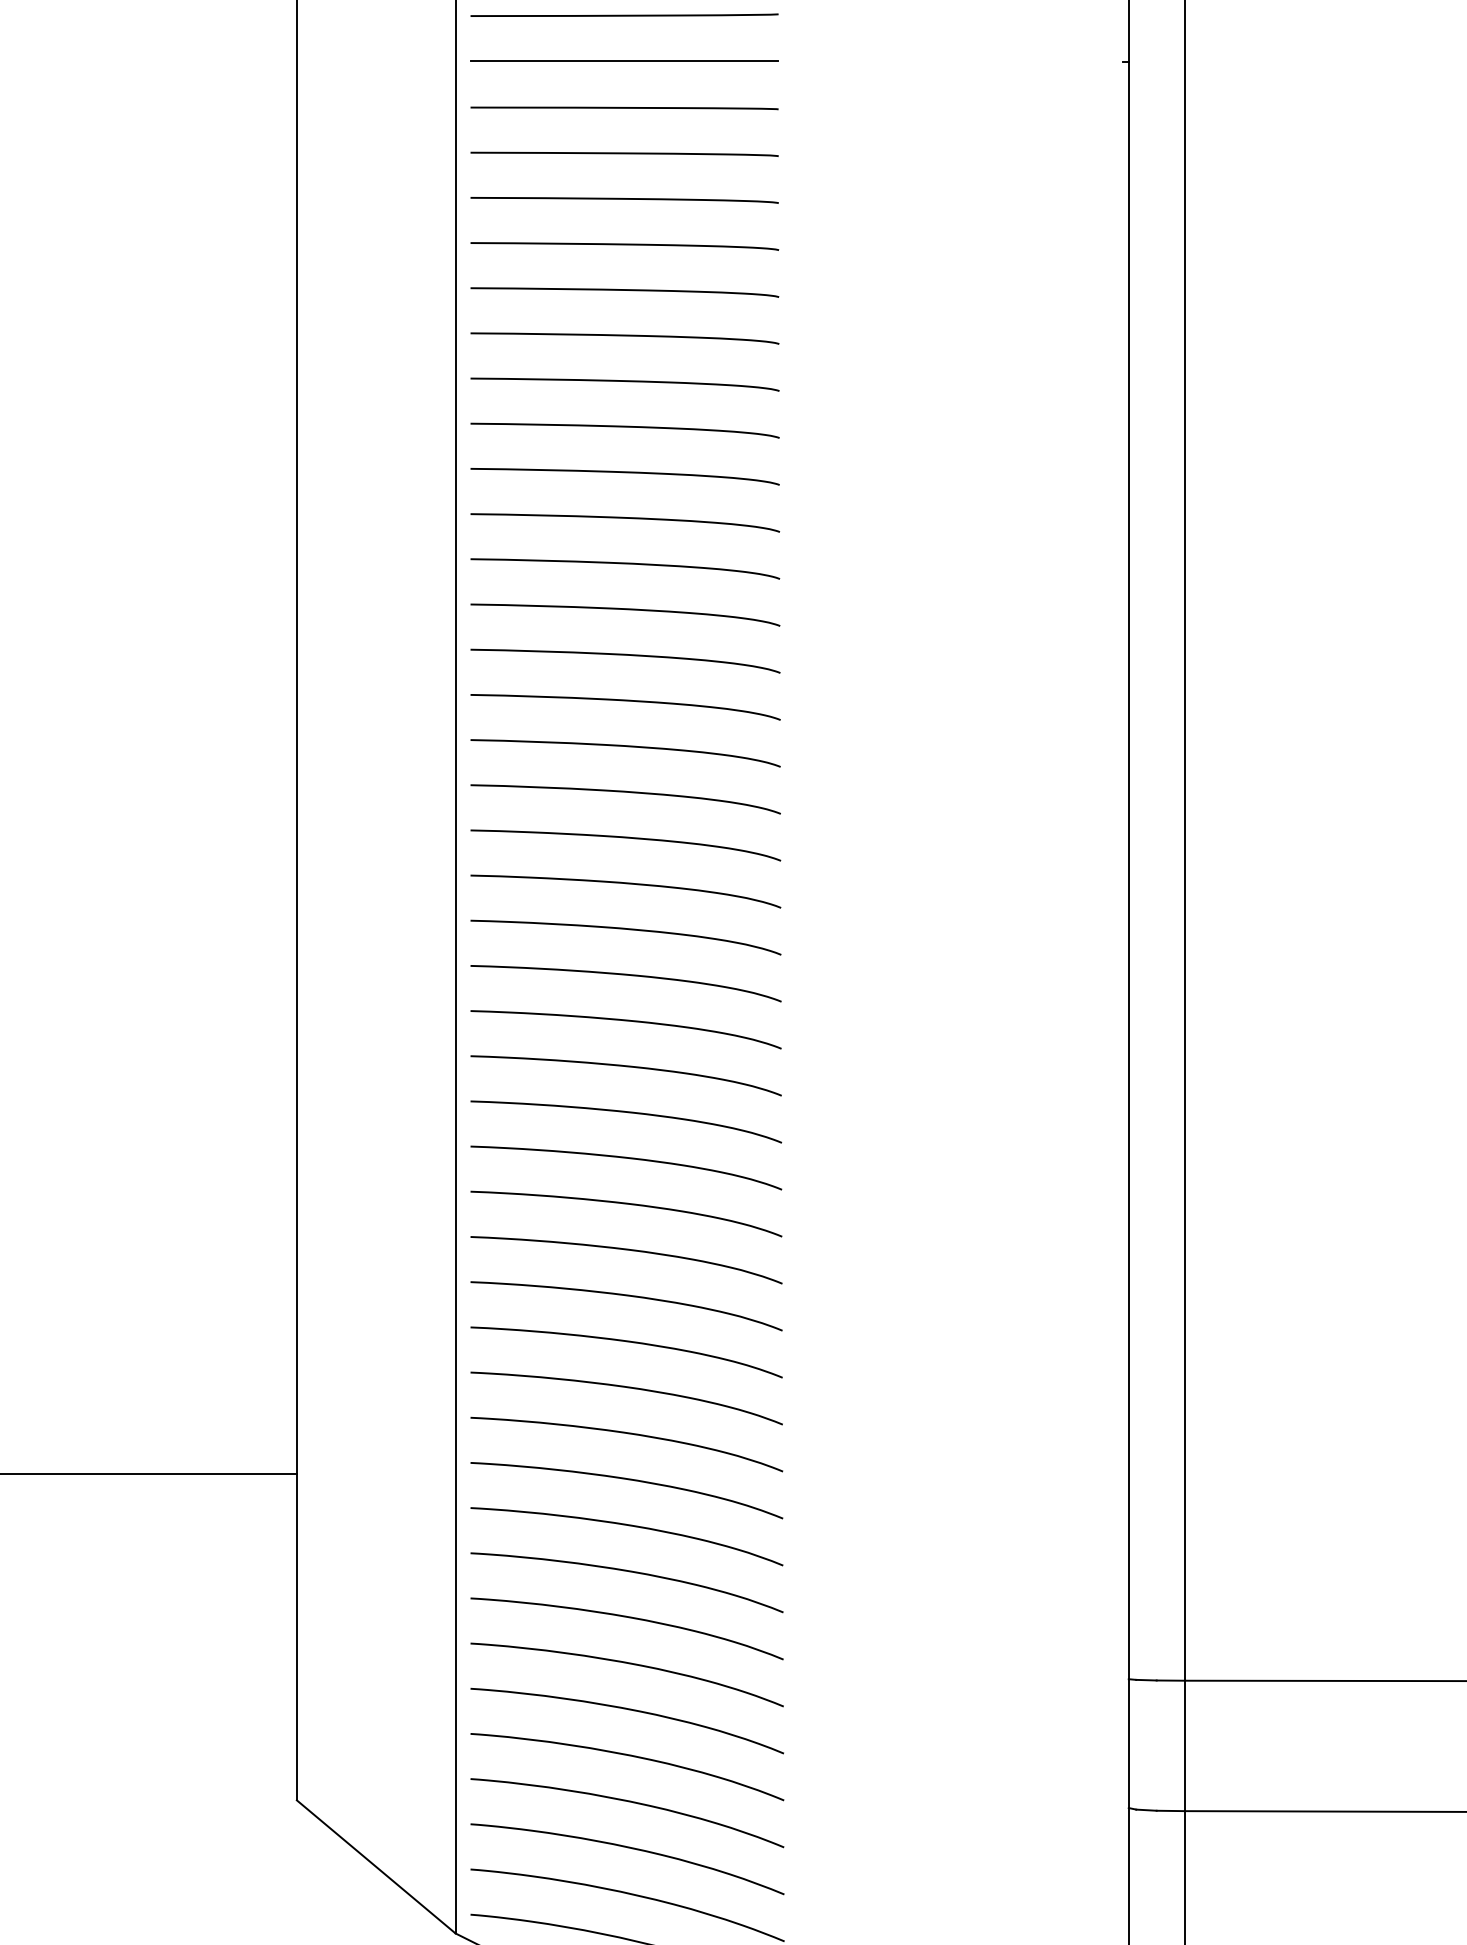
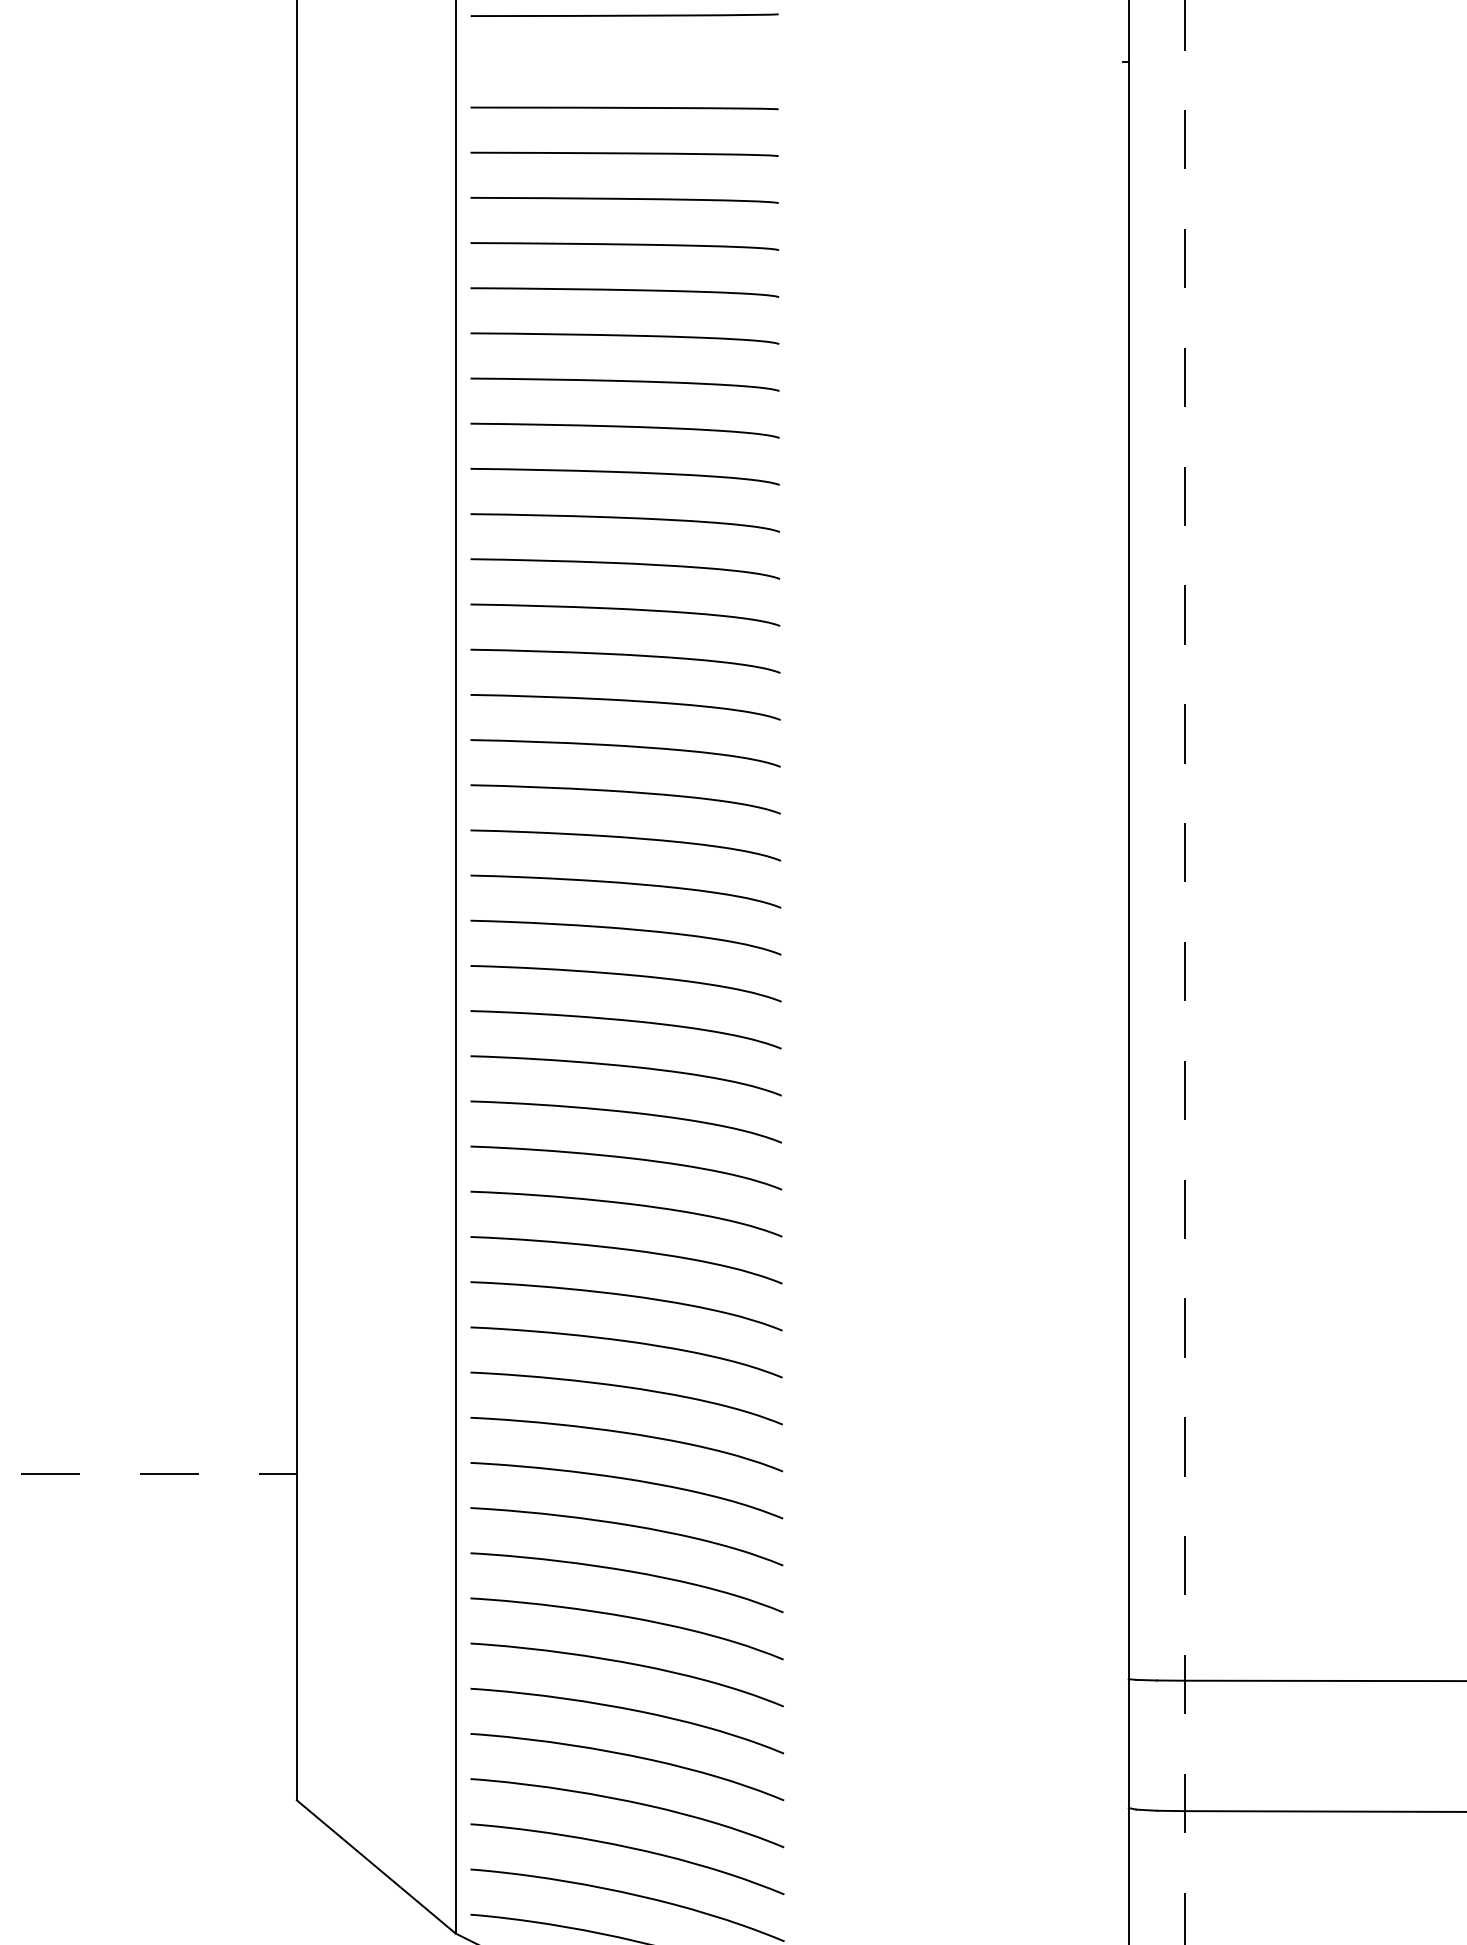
line at (624, 61): present -> none
line at (1185, 972): solid -> dashed
line at (148, 1473): solid -> dashed
